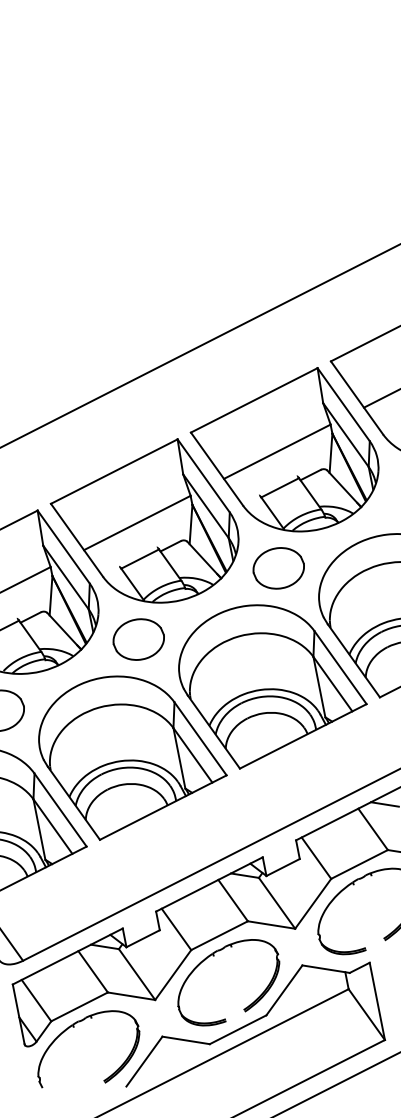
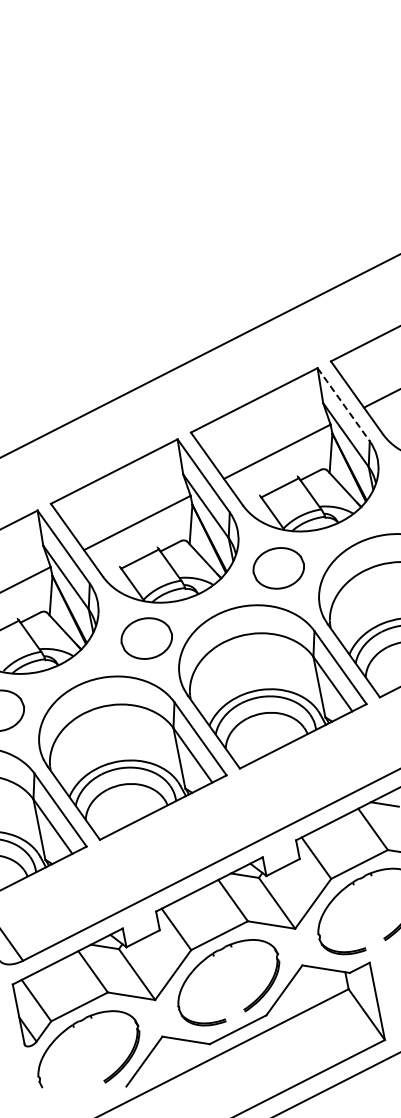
line at (199, 345) position: (199, 345) -> (199, 355)
line at (343, 404): solid -> dashed
part at (138, 639) position: (138, 639) -> (146, 638)
